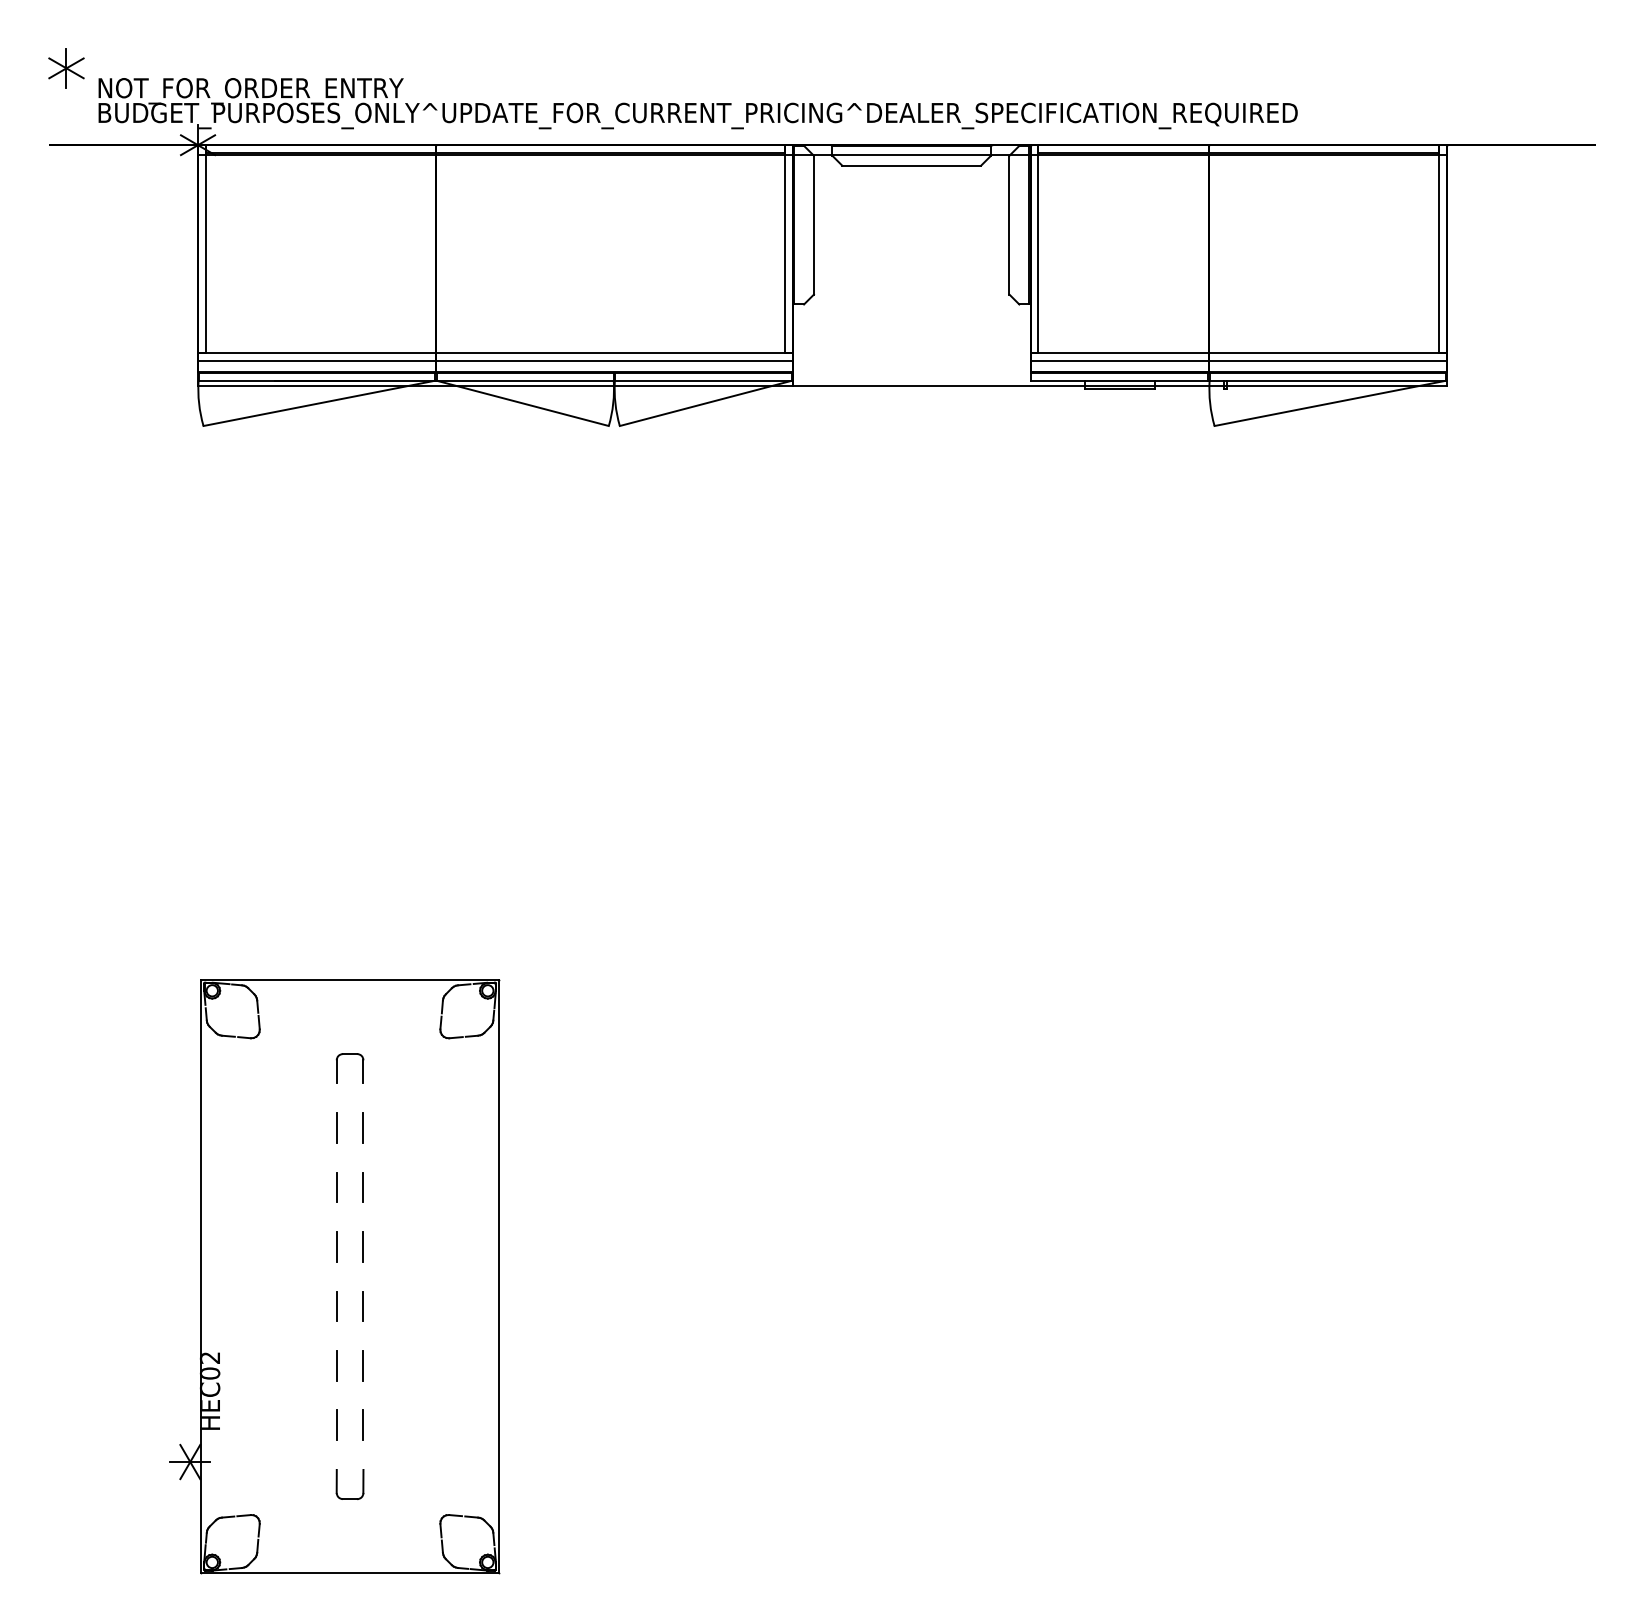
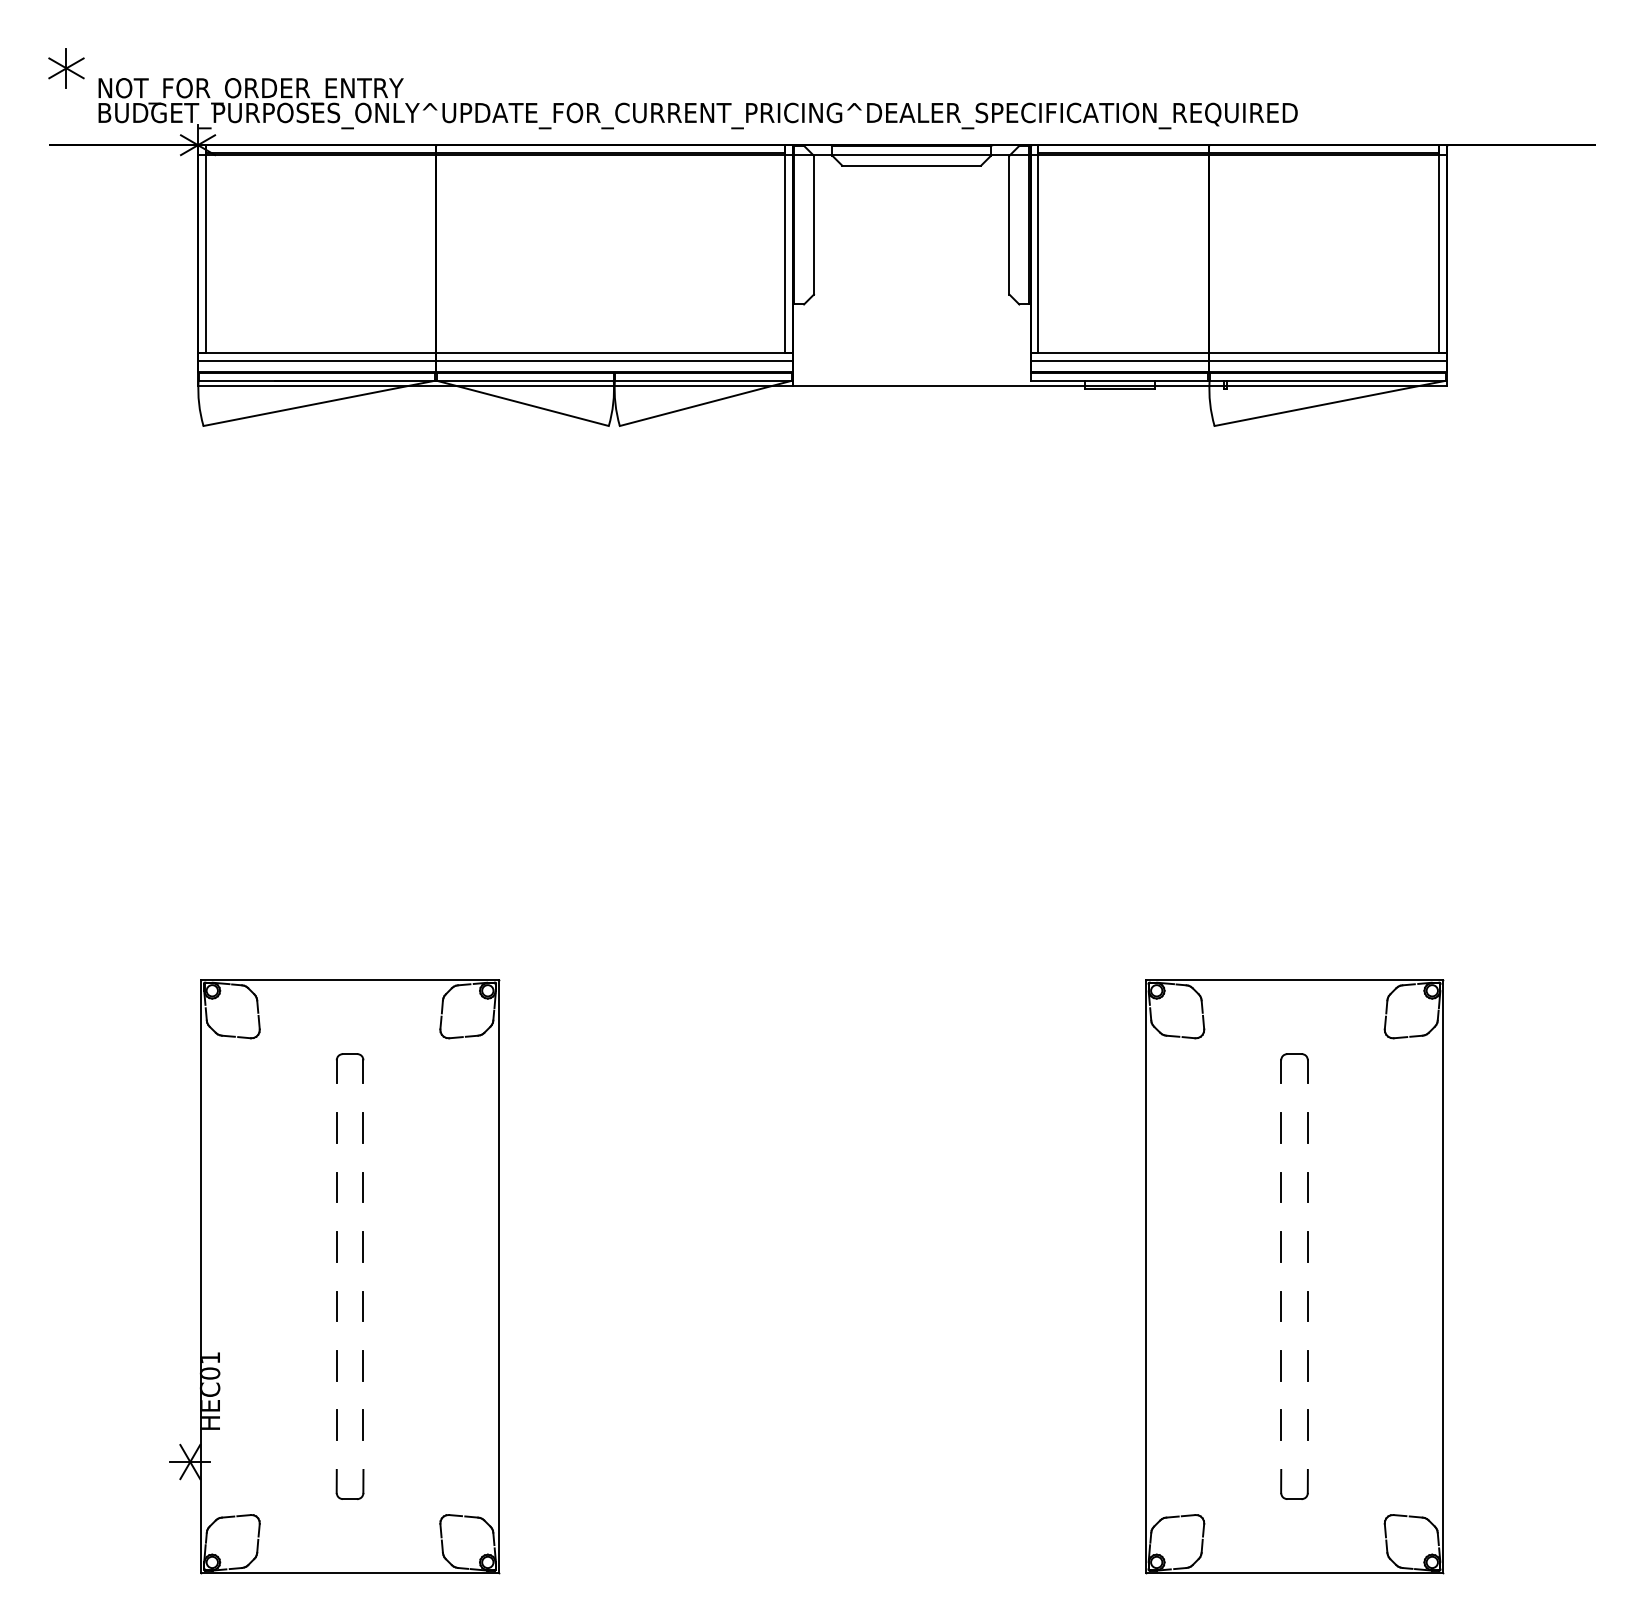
part at (1294, 1276): none -> present
text at (209, 1357): HEC02 -> HEC01
